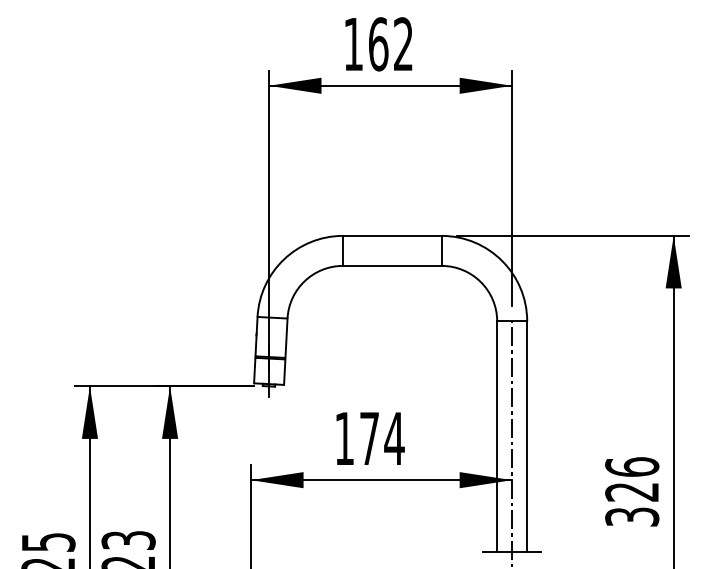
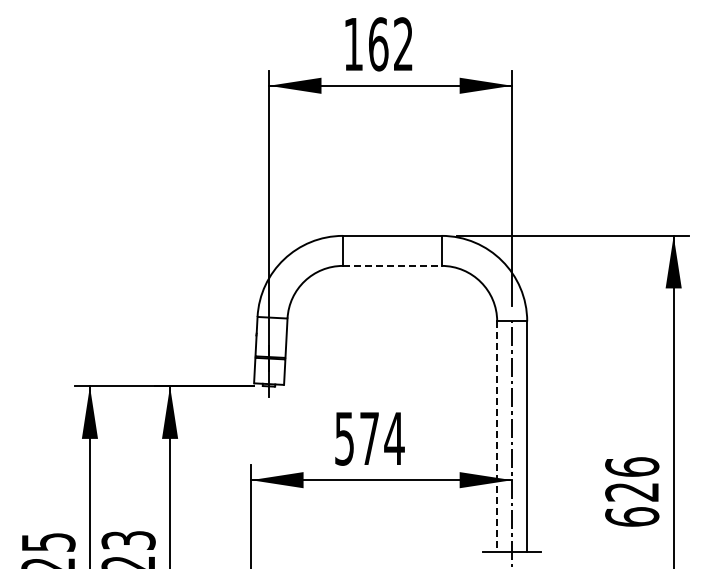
line at (392, 265): solid -> dashed
line at (497, 437): solid -> dashed
text at (344, 438): 174 -> 574
text at (632, 516): 326 -> 626
